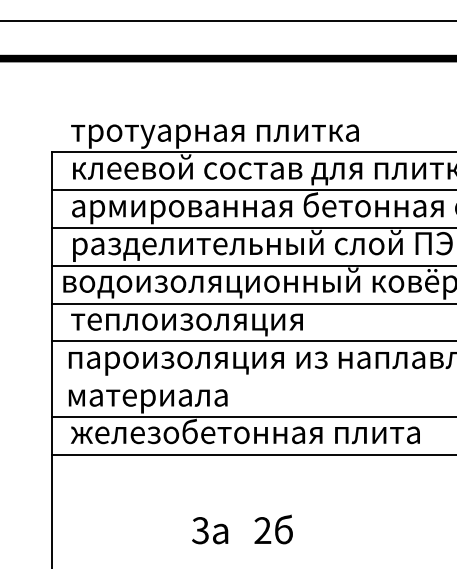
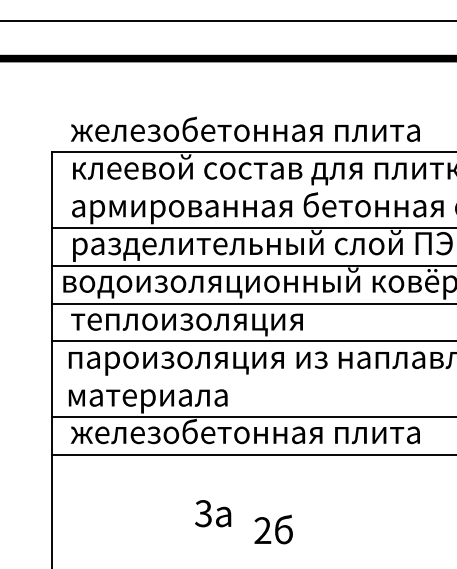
text at (244, 132): тротуарная плитка -> железобетонная плита
line at (252, 190): present -> none
text at (210, 530) position: (210, 530) -> (213, 513)
